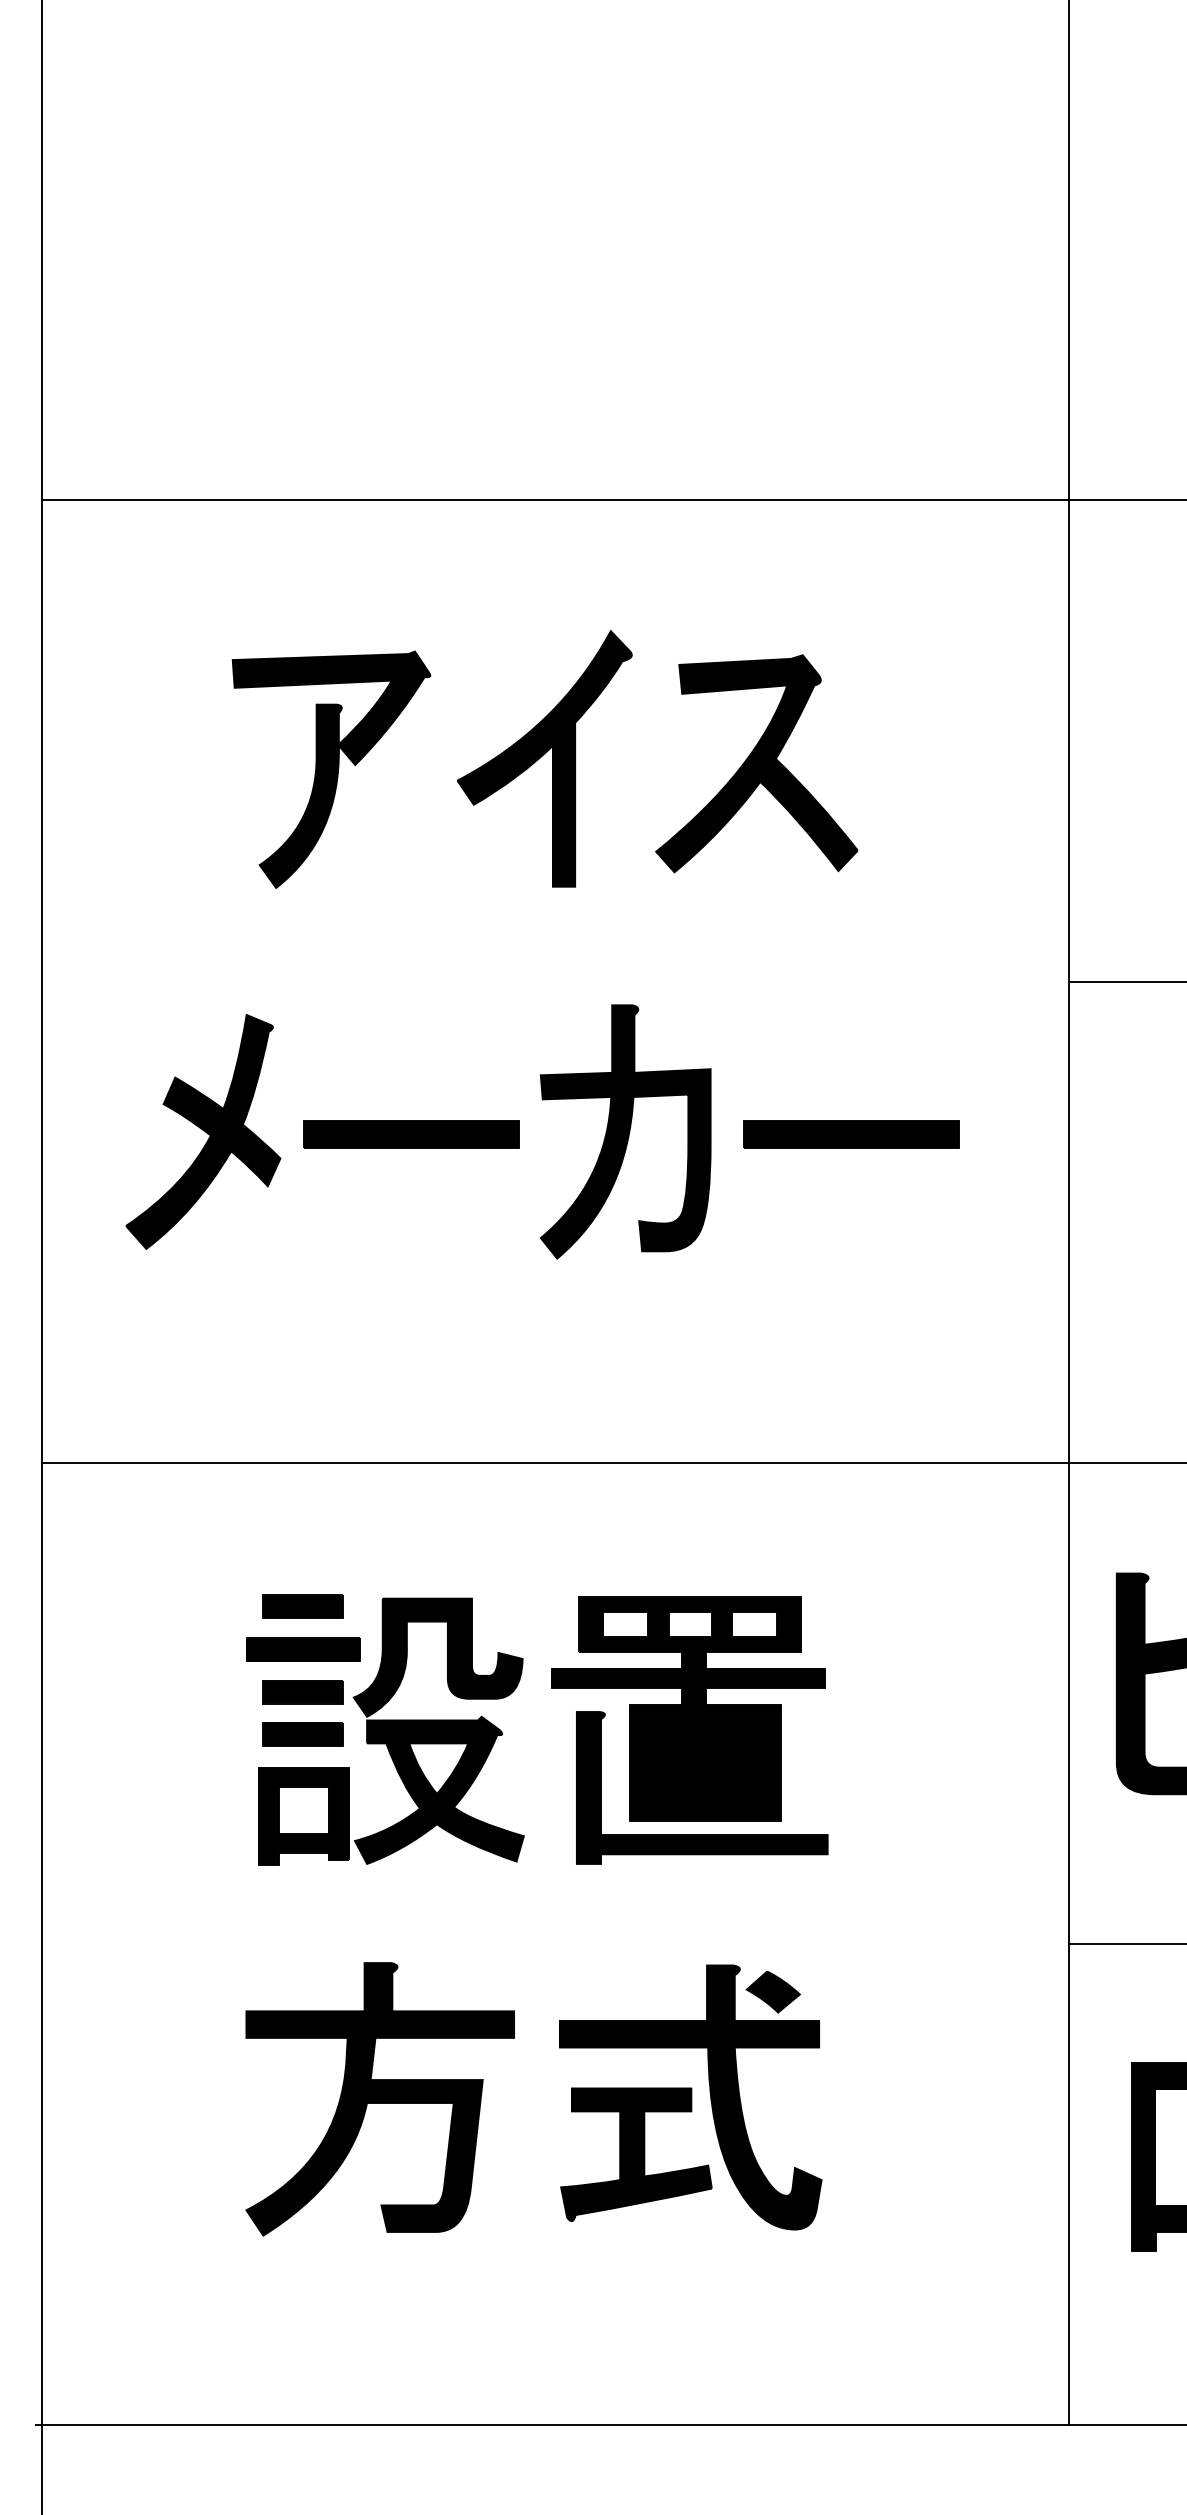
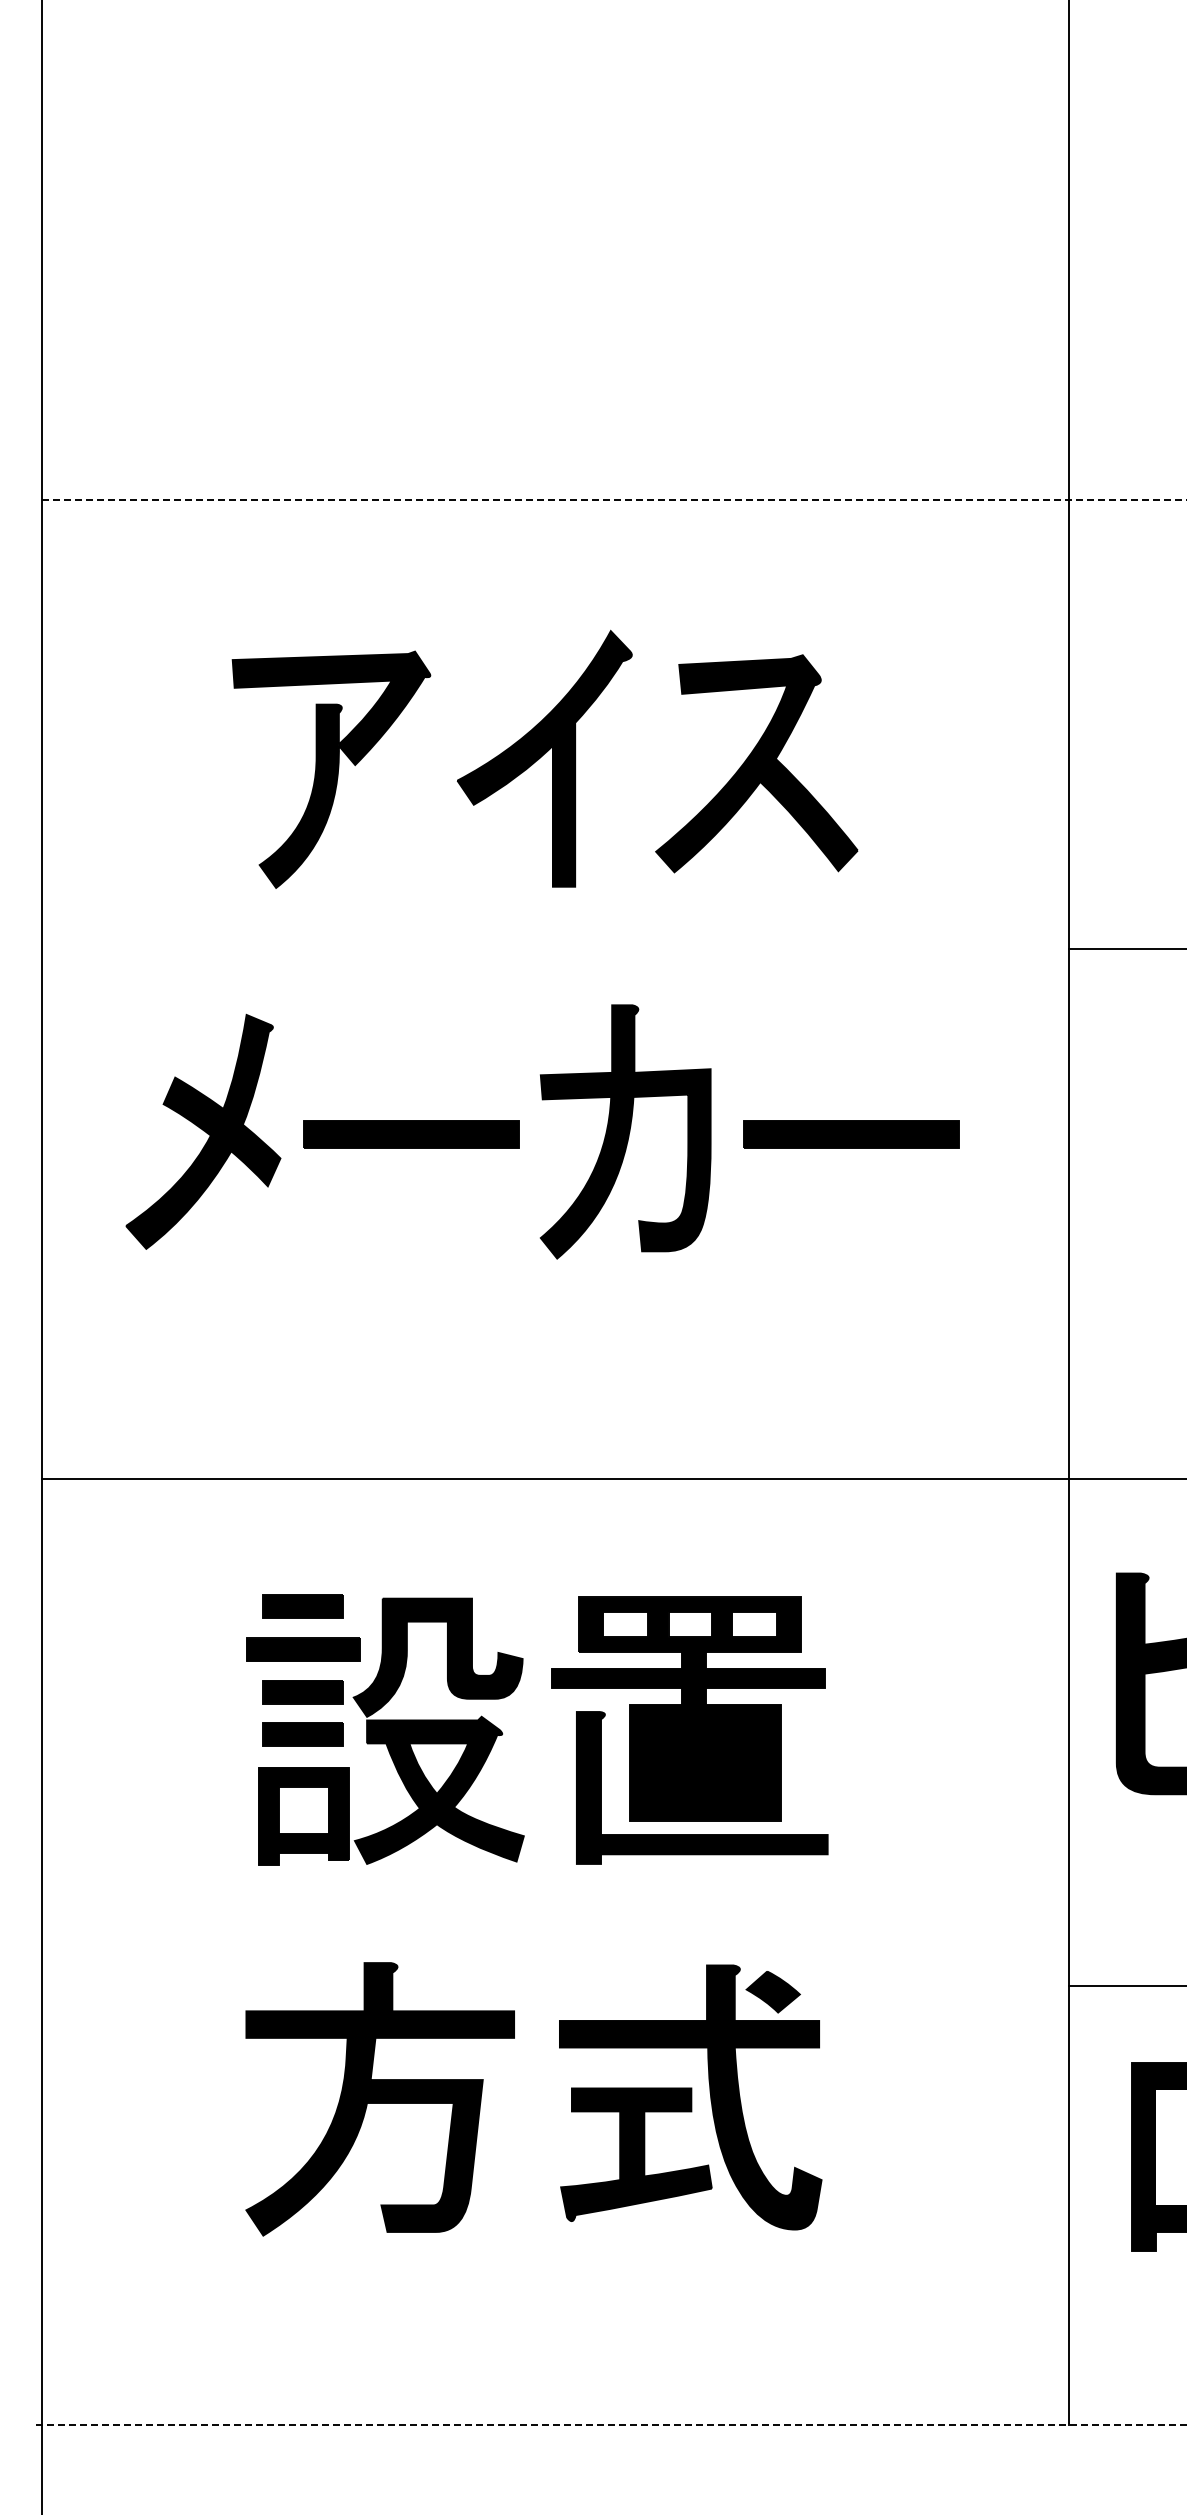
line at (613, 500): solid -> dashed
line at (1126, 981) position: (1126, 981) -> (1126, 948)
line at (612, 1462) position: (612, 1462) -> (612, 1478)
line at (1126, 1943) position: (1126, 1943) -> (1126, 1985)
line at (611, 2425): solid -> dashed
